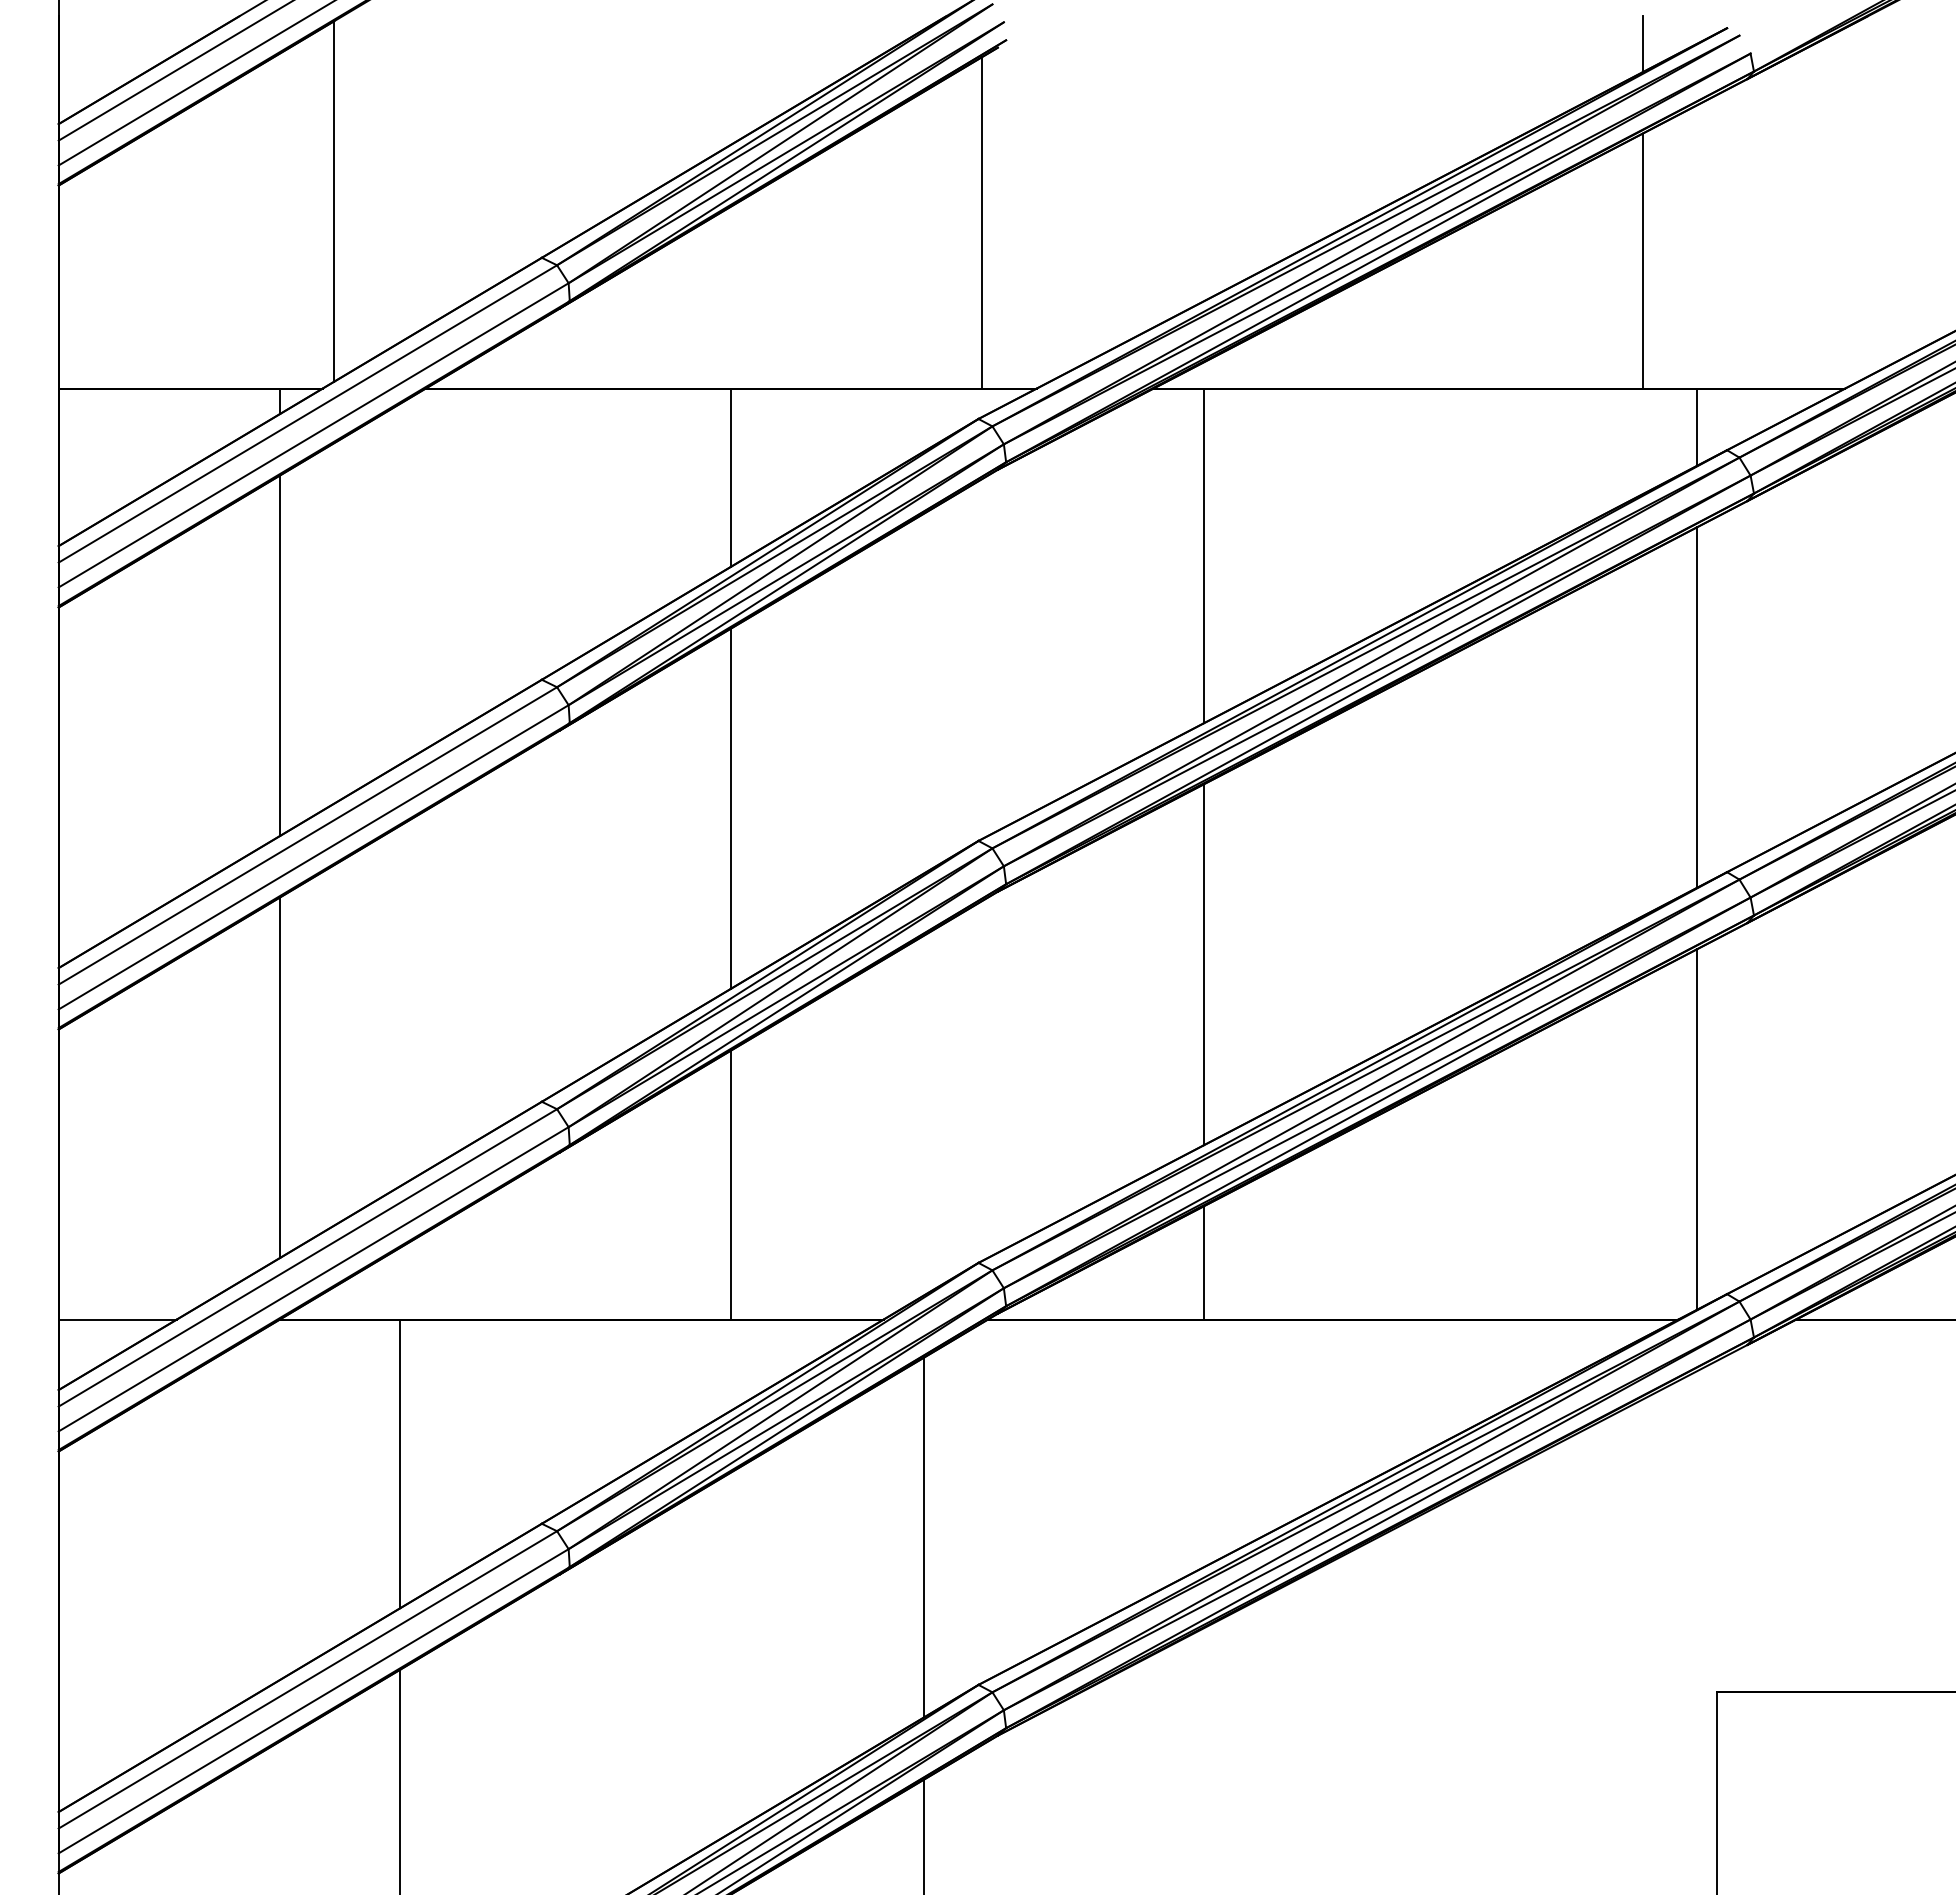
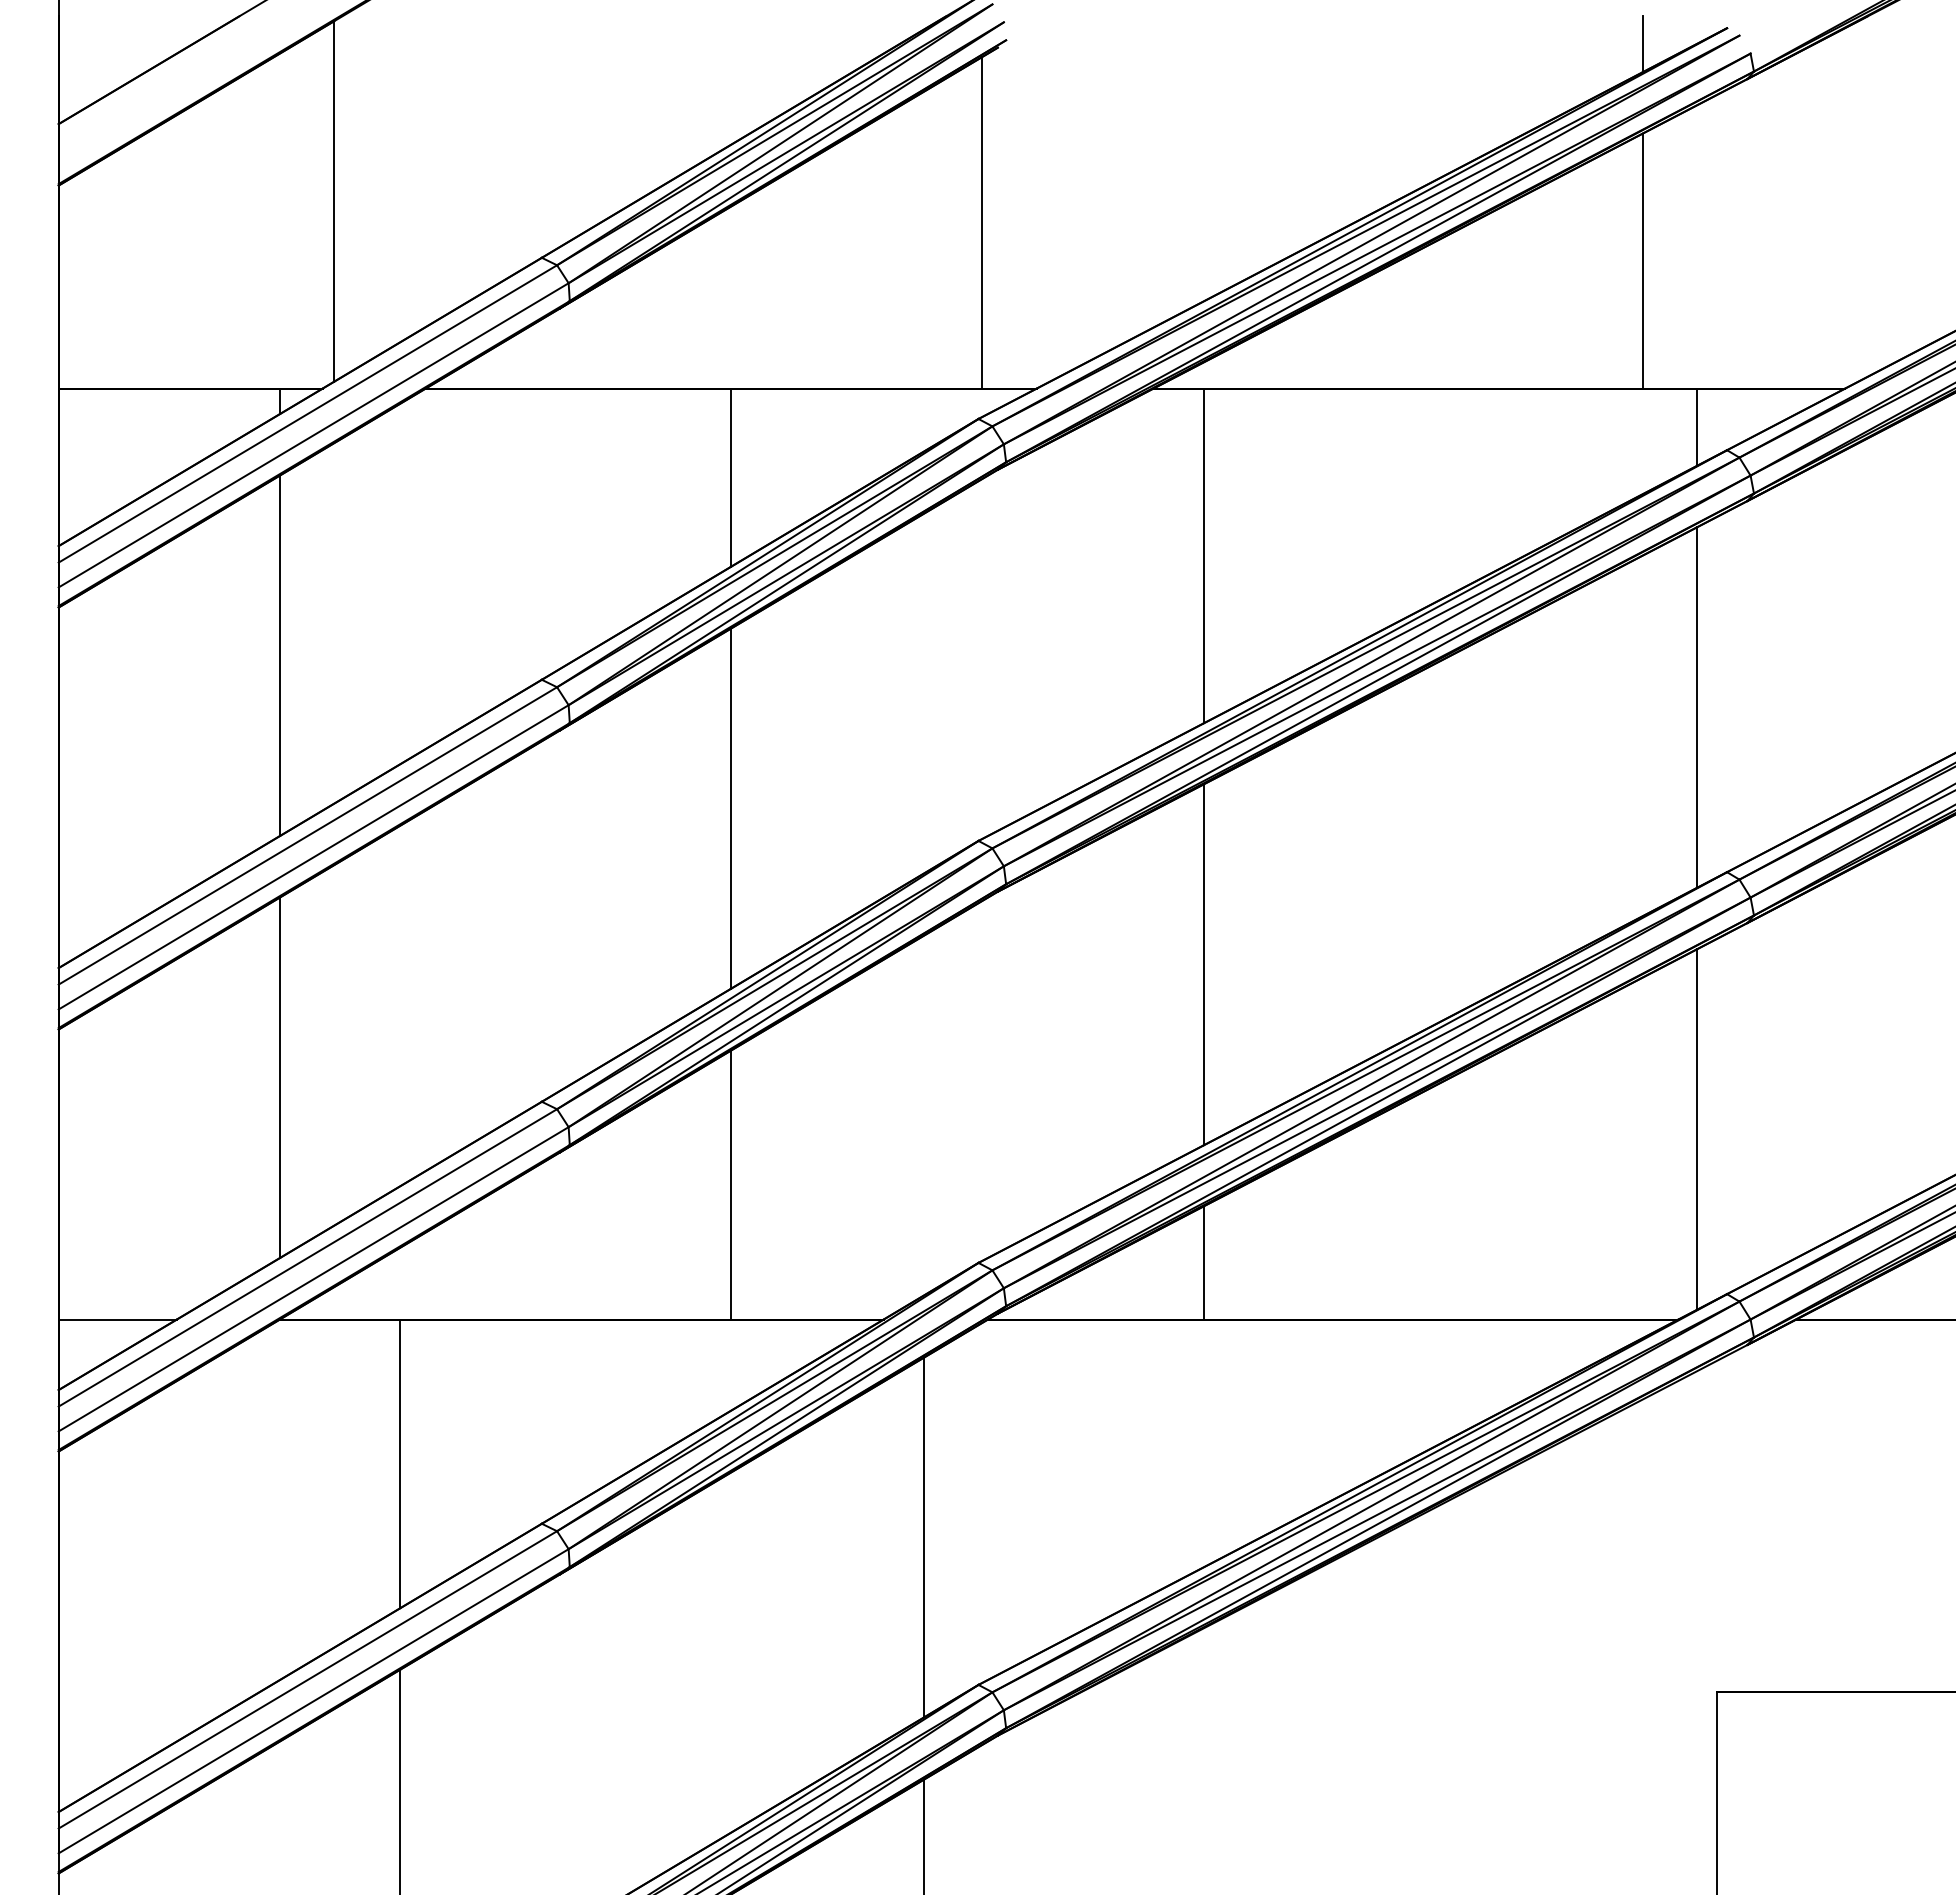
line at (174, 71): present -> none
line at (195, 83): present -> none
